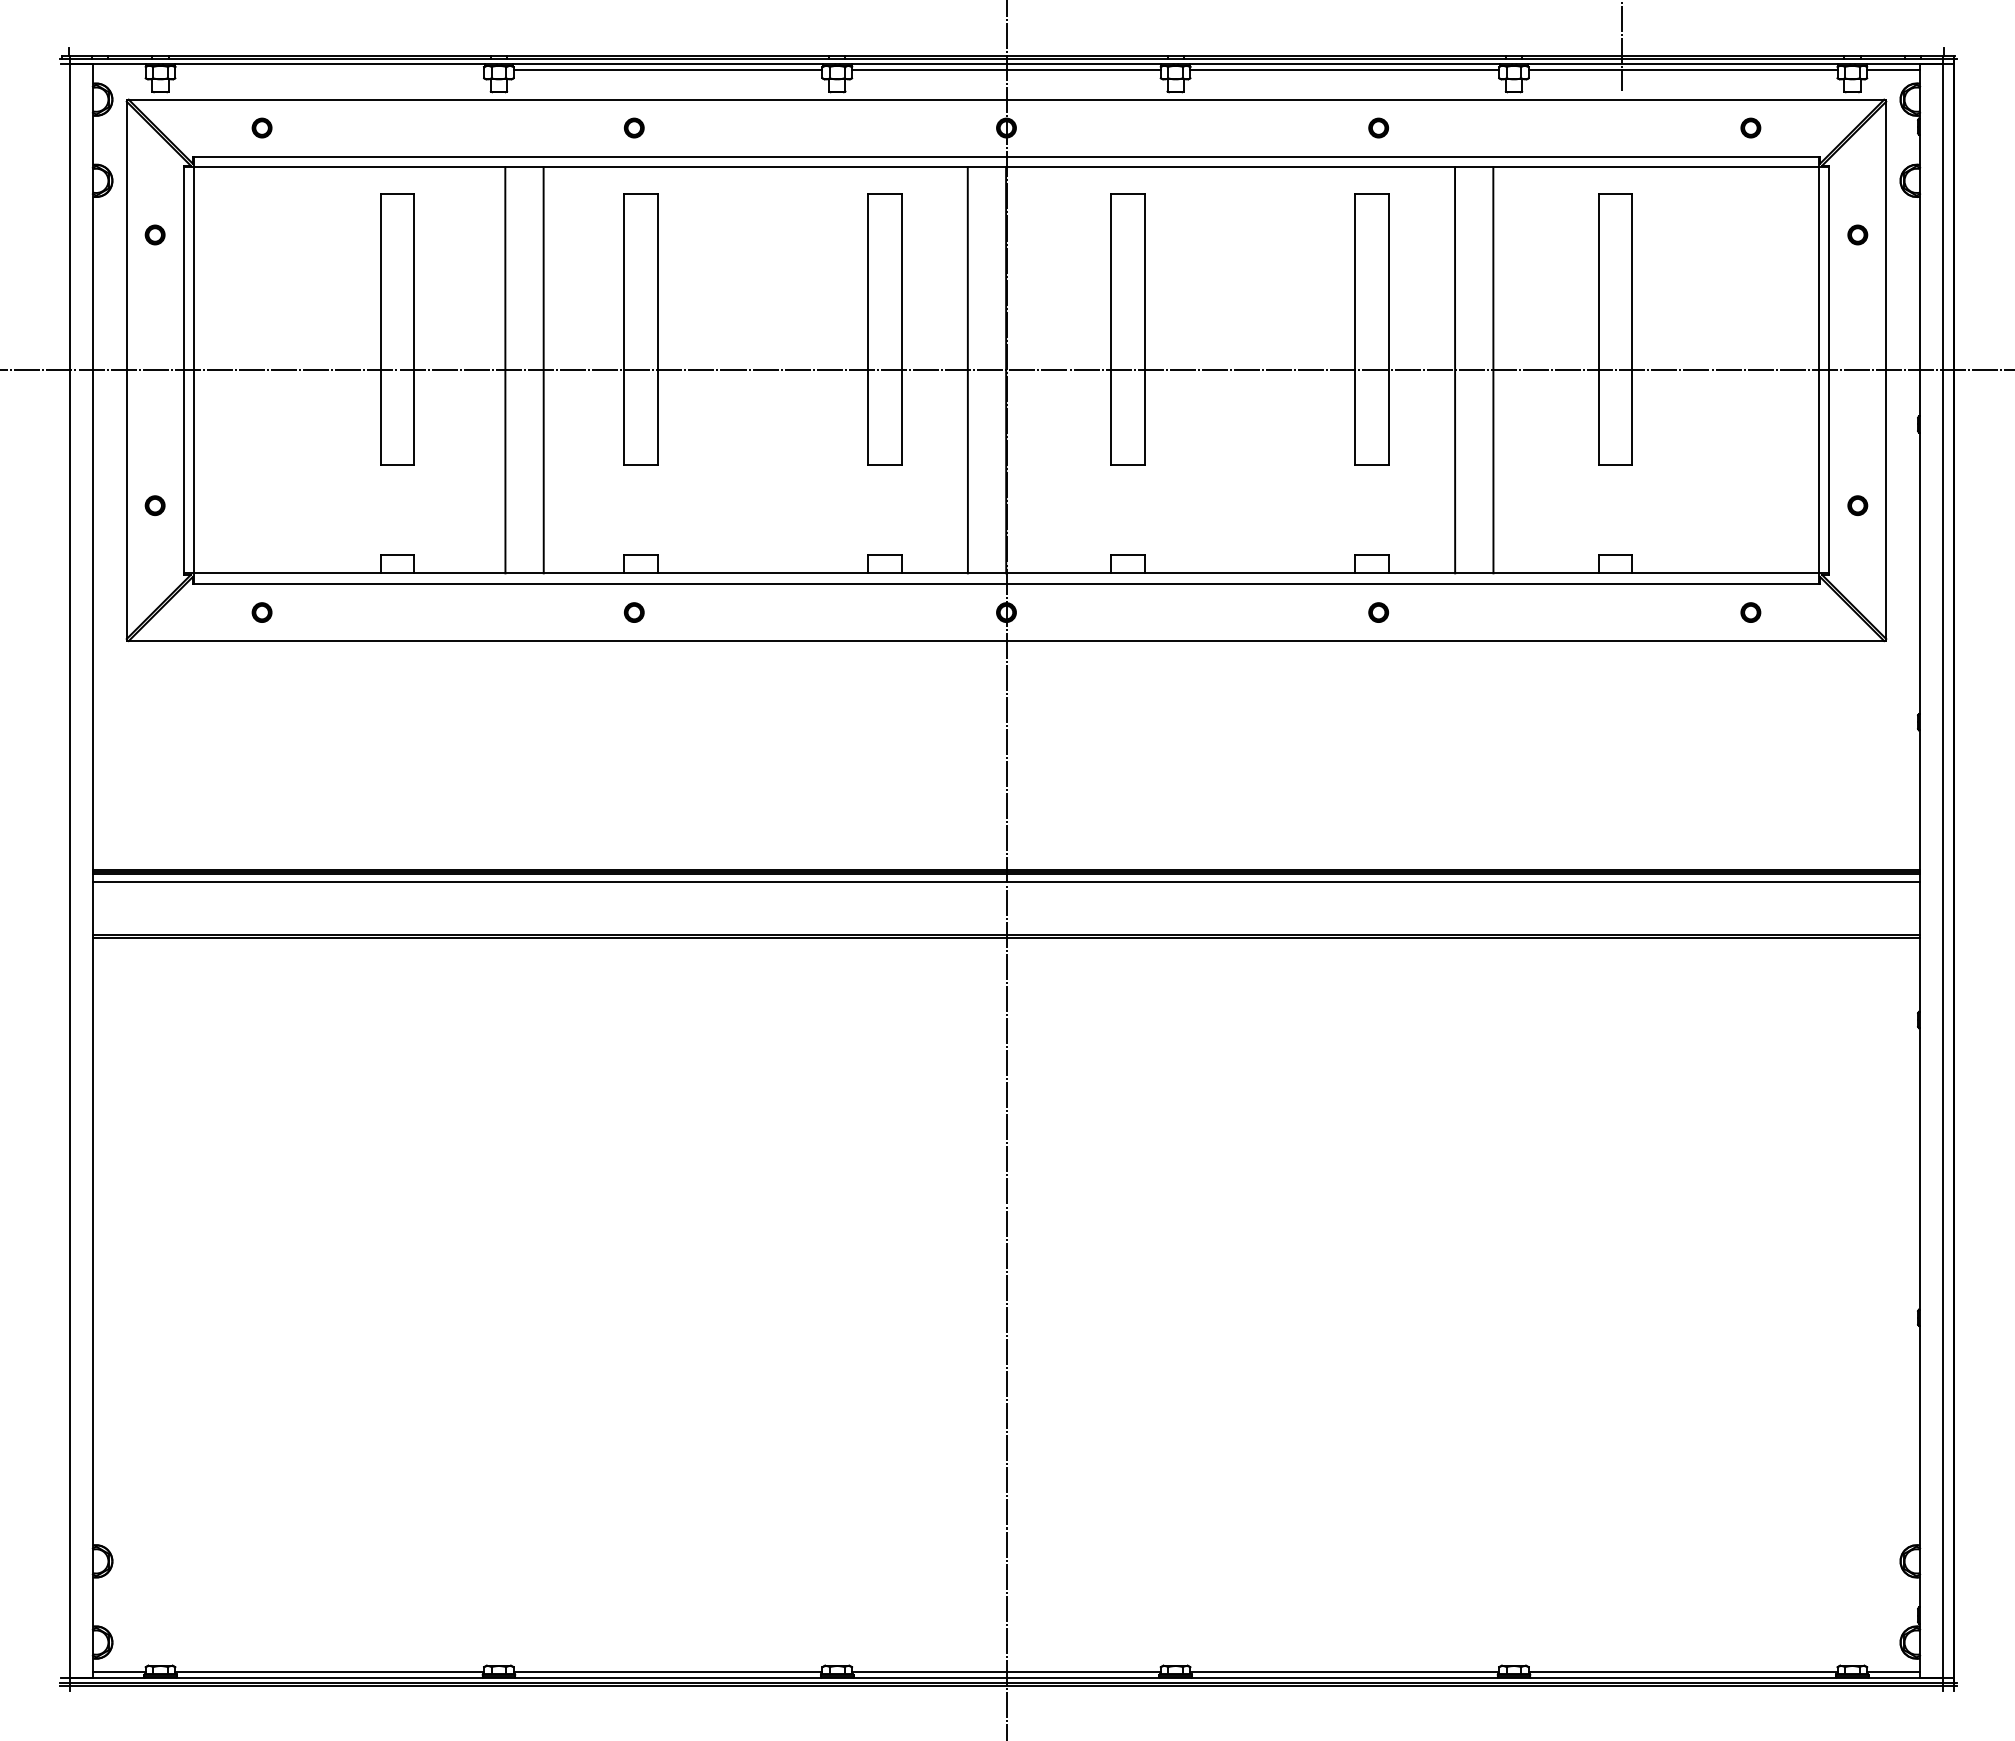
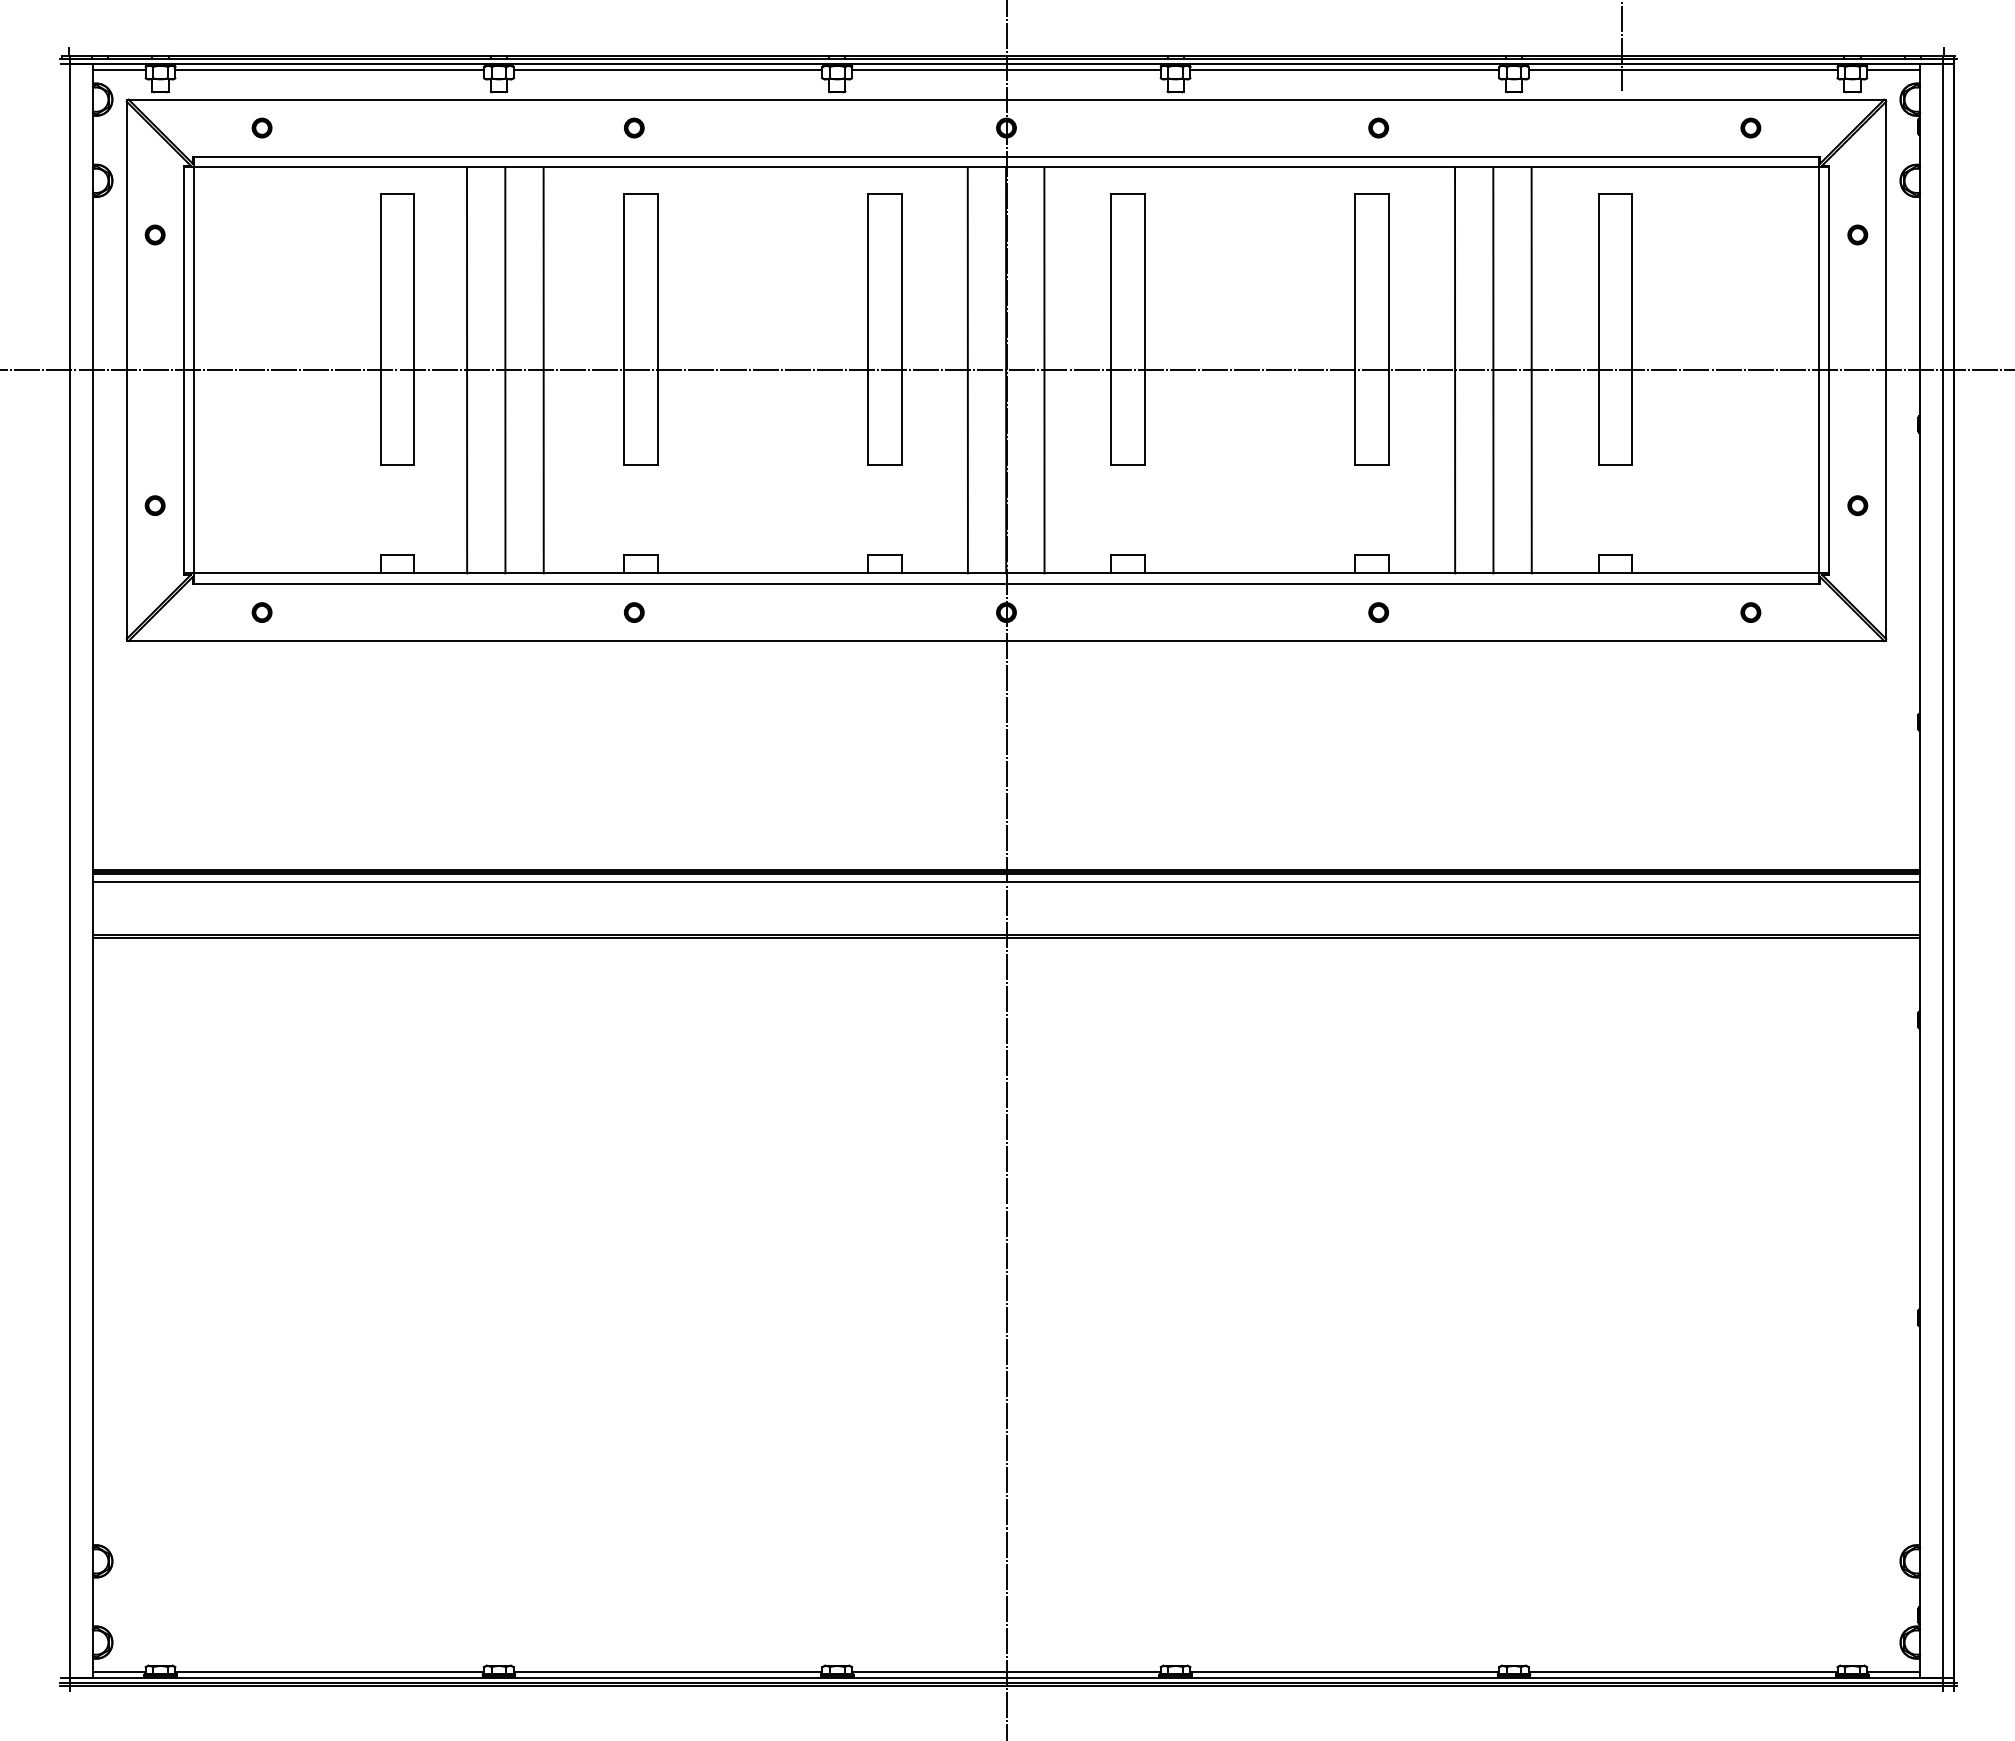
line at (118, 69): none -> present
line at (329, 69): none -> present
line at (467, 370): none -> present
line at (1044, 370): none -> present
line at (1531, 370): none -> present
